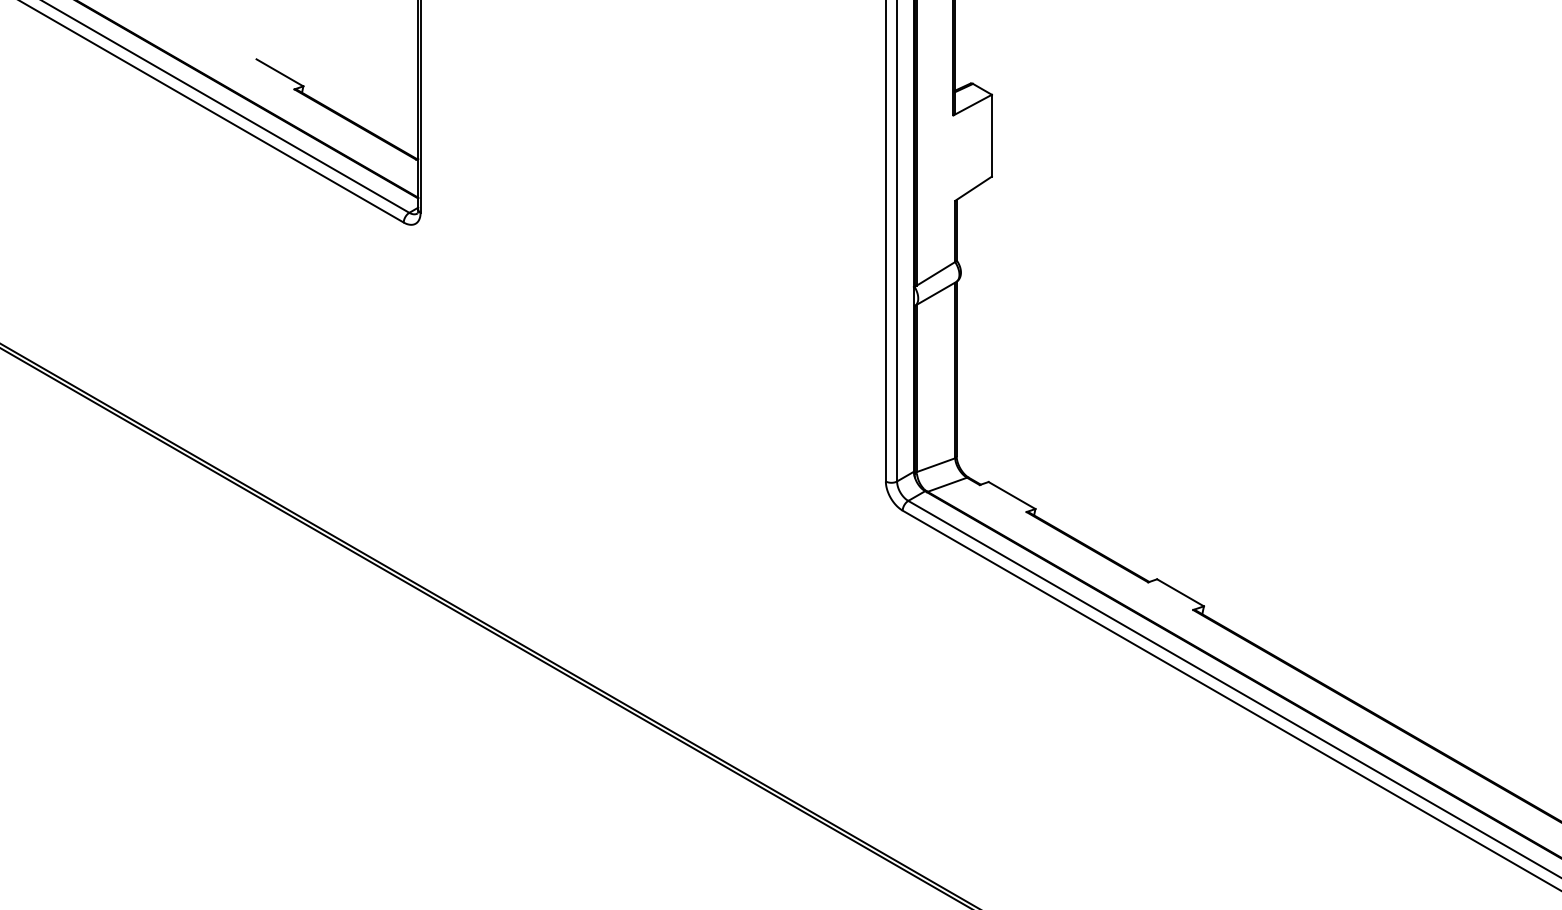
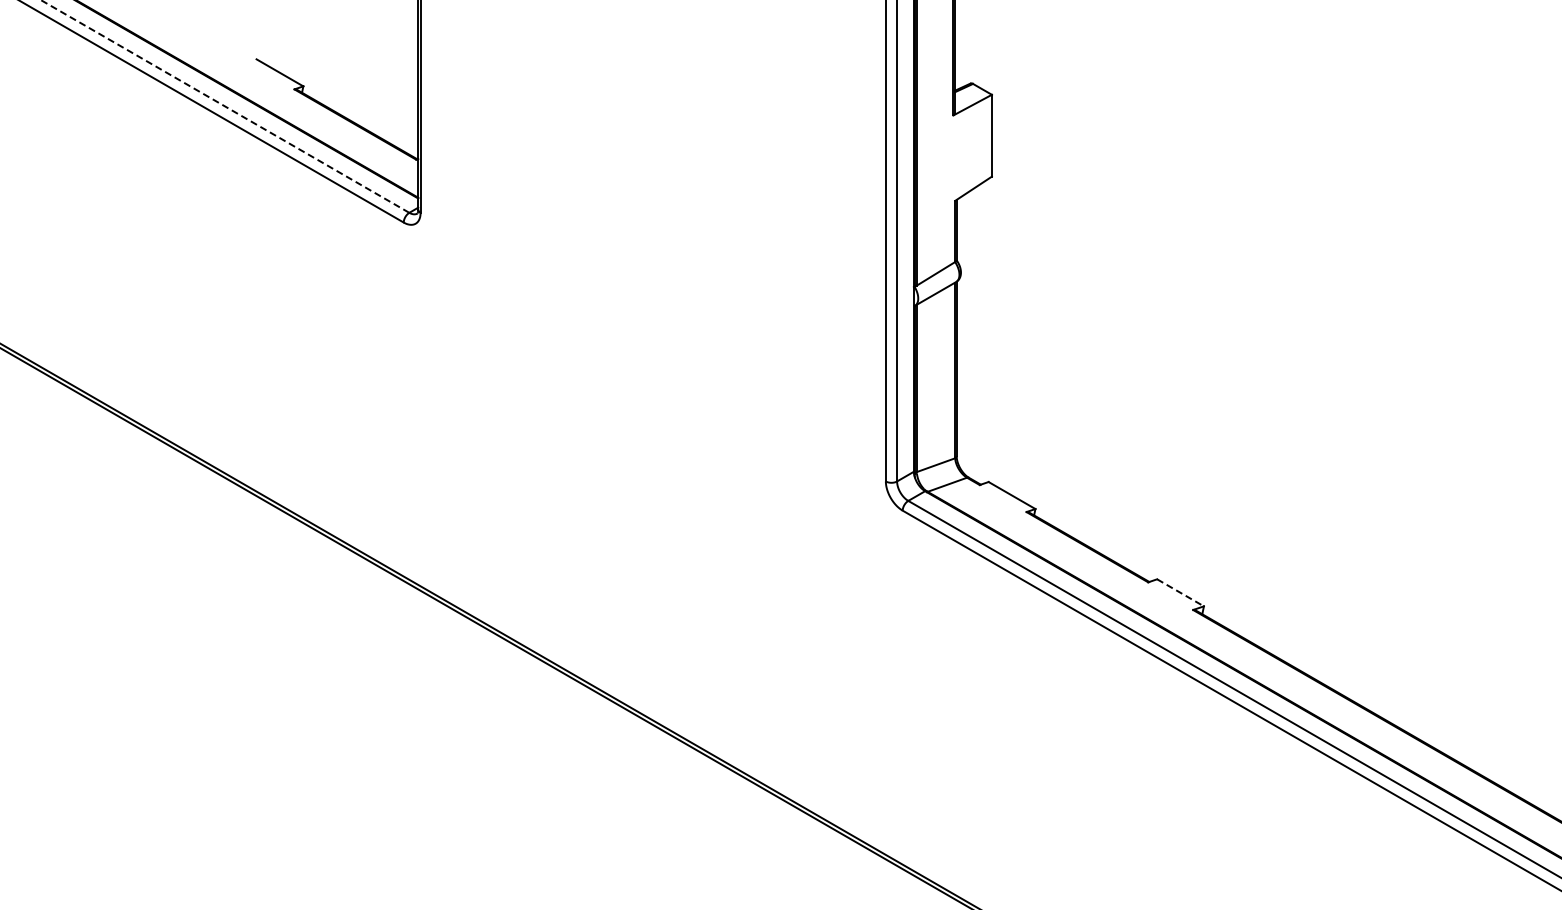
line at (224, 106): solid -> dashed
line at (1180, 593): solid -> dashed
